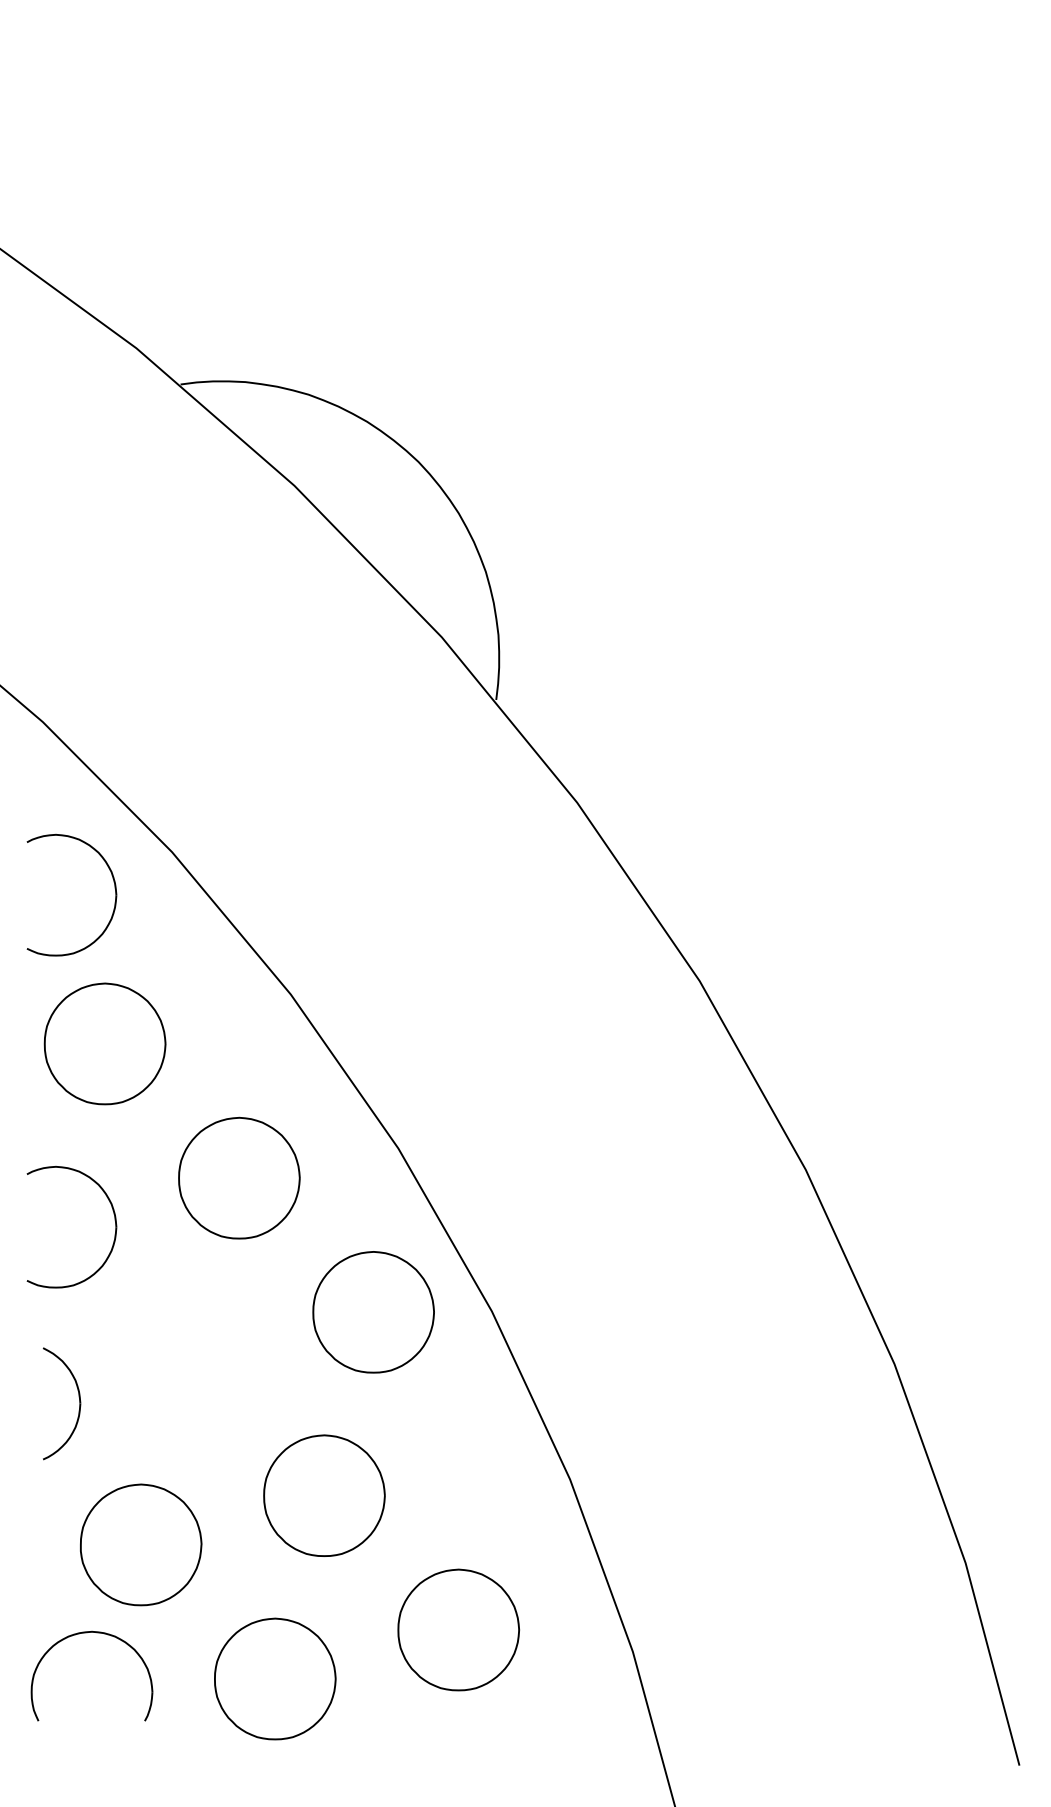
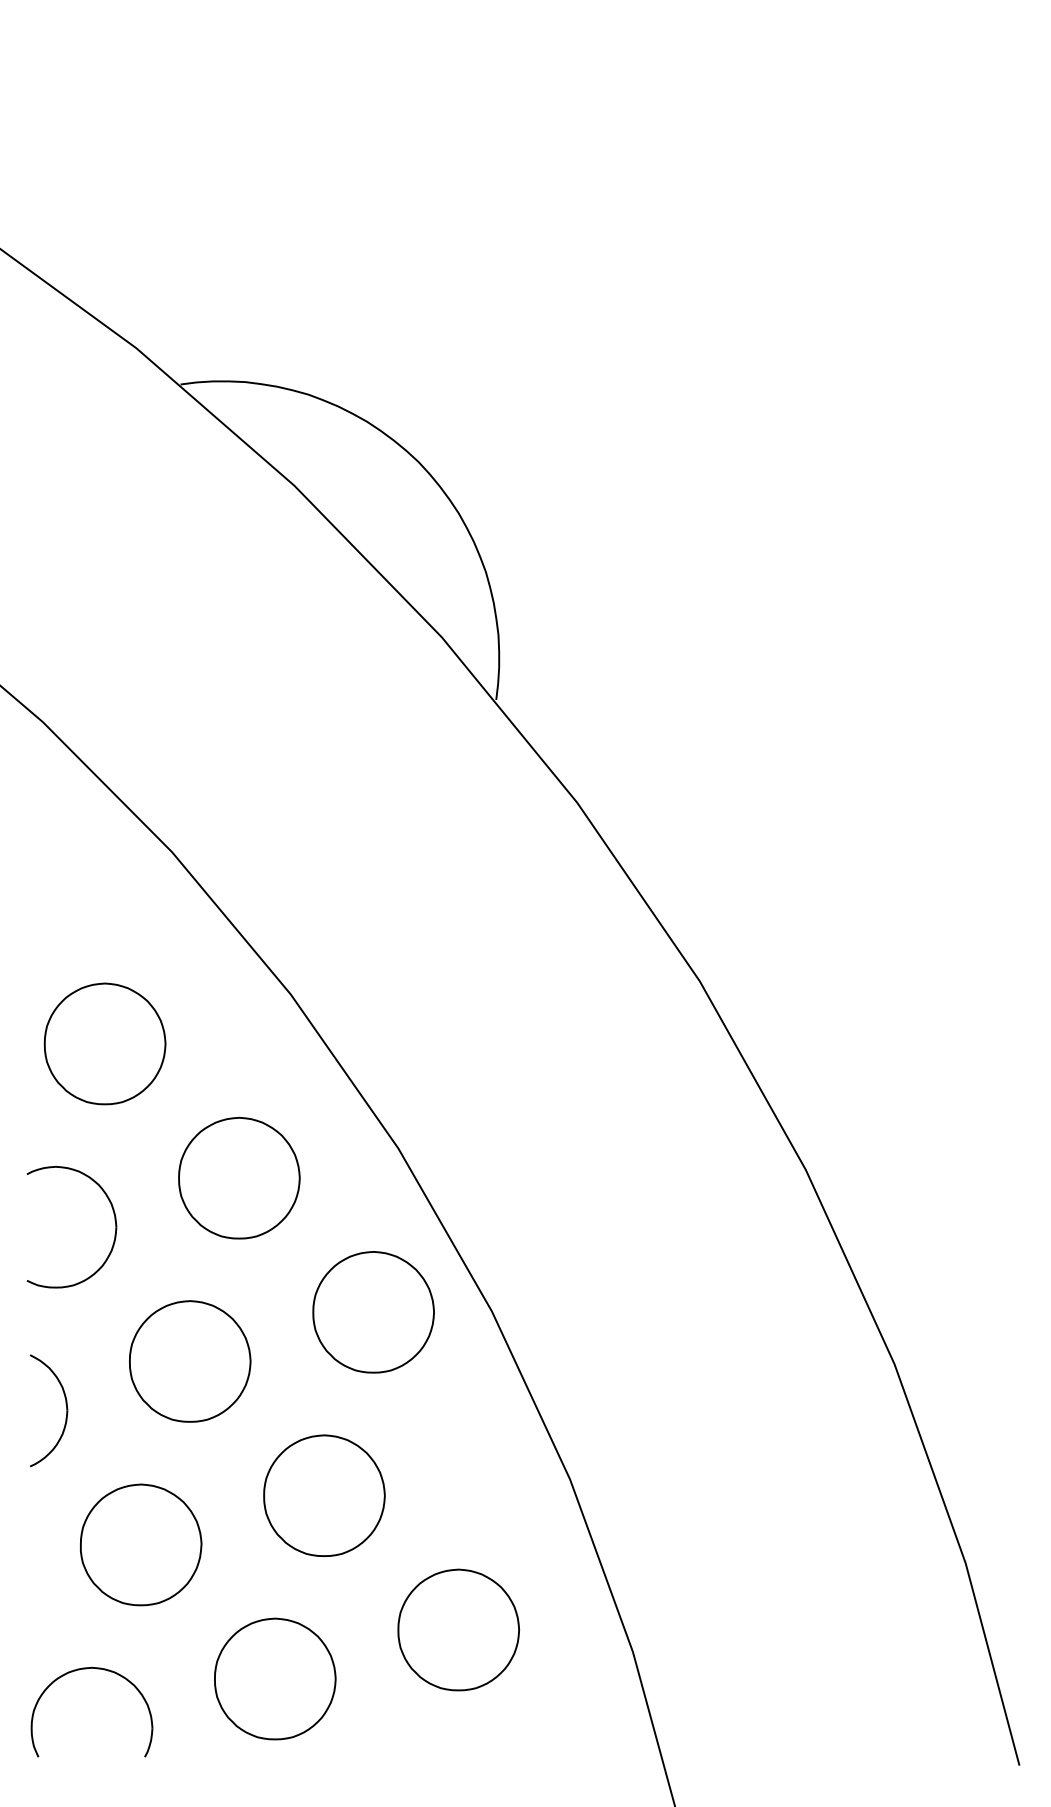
part at (114, 888): present -> none
part at (190, 1361): none -> present
part at (79, 1403) position: (79, 1403) -> (66, 1410)
part at (87, 1633) position: (87, 1633) -> (87, 1669)
